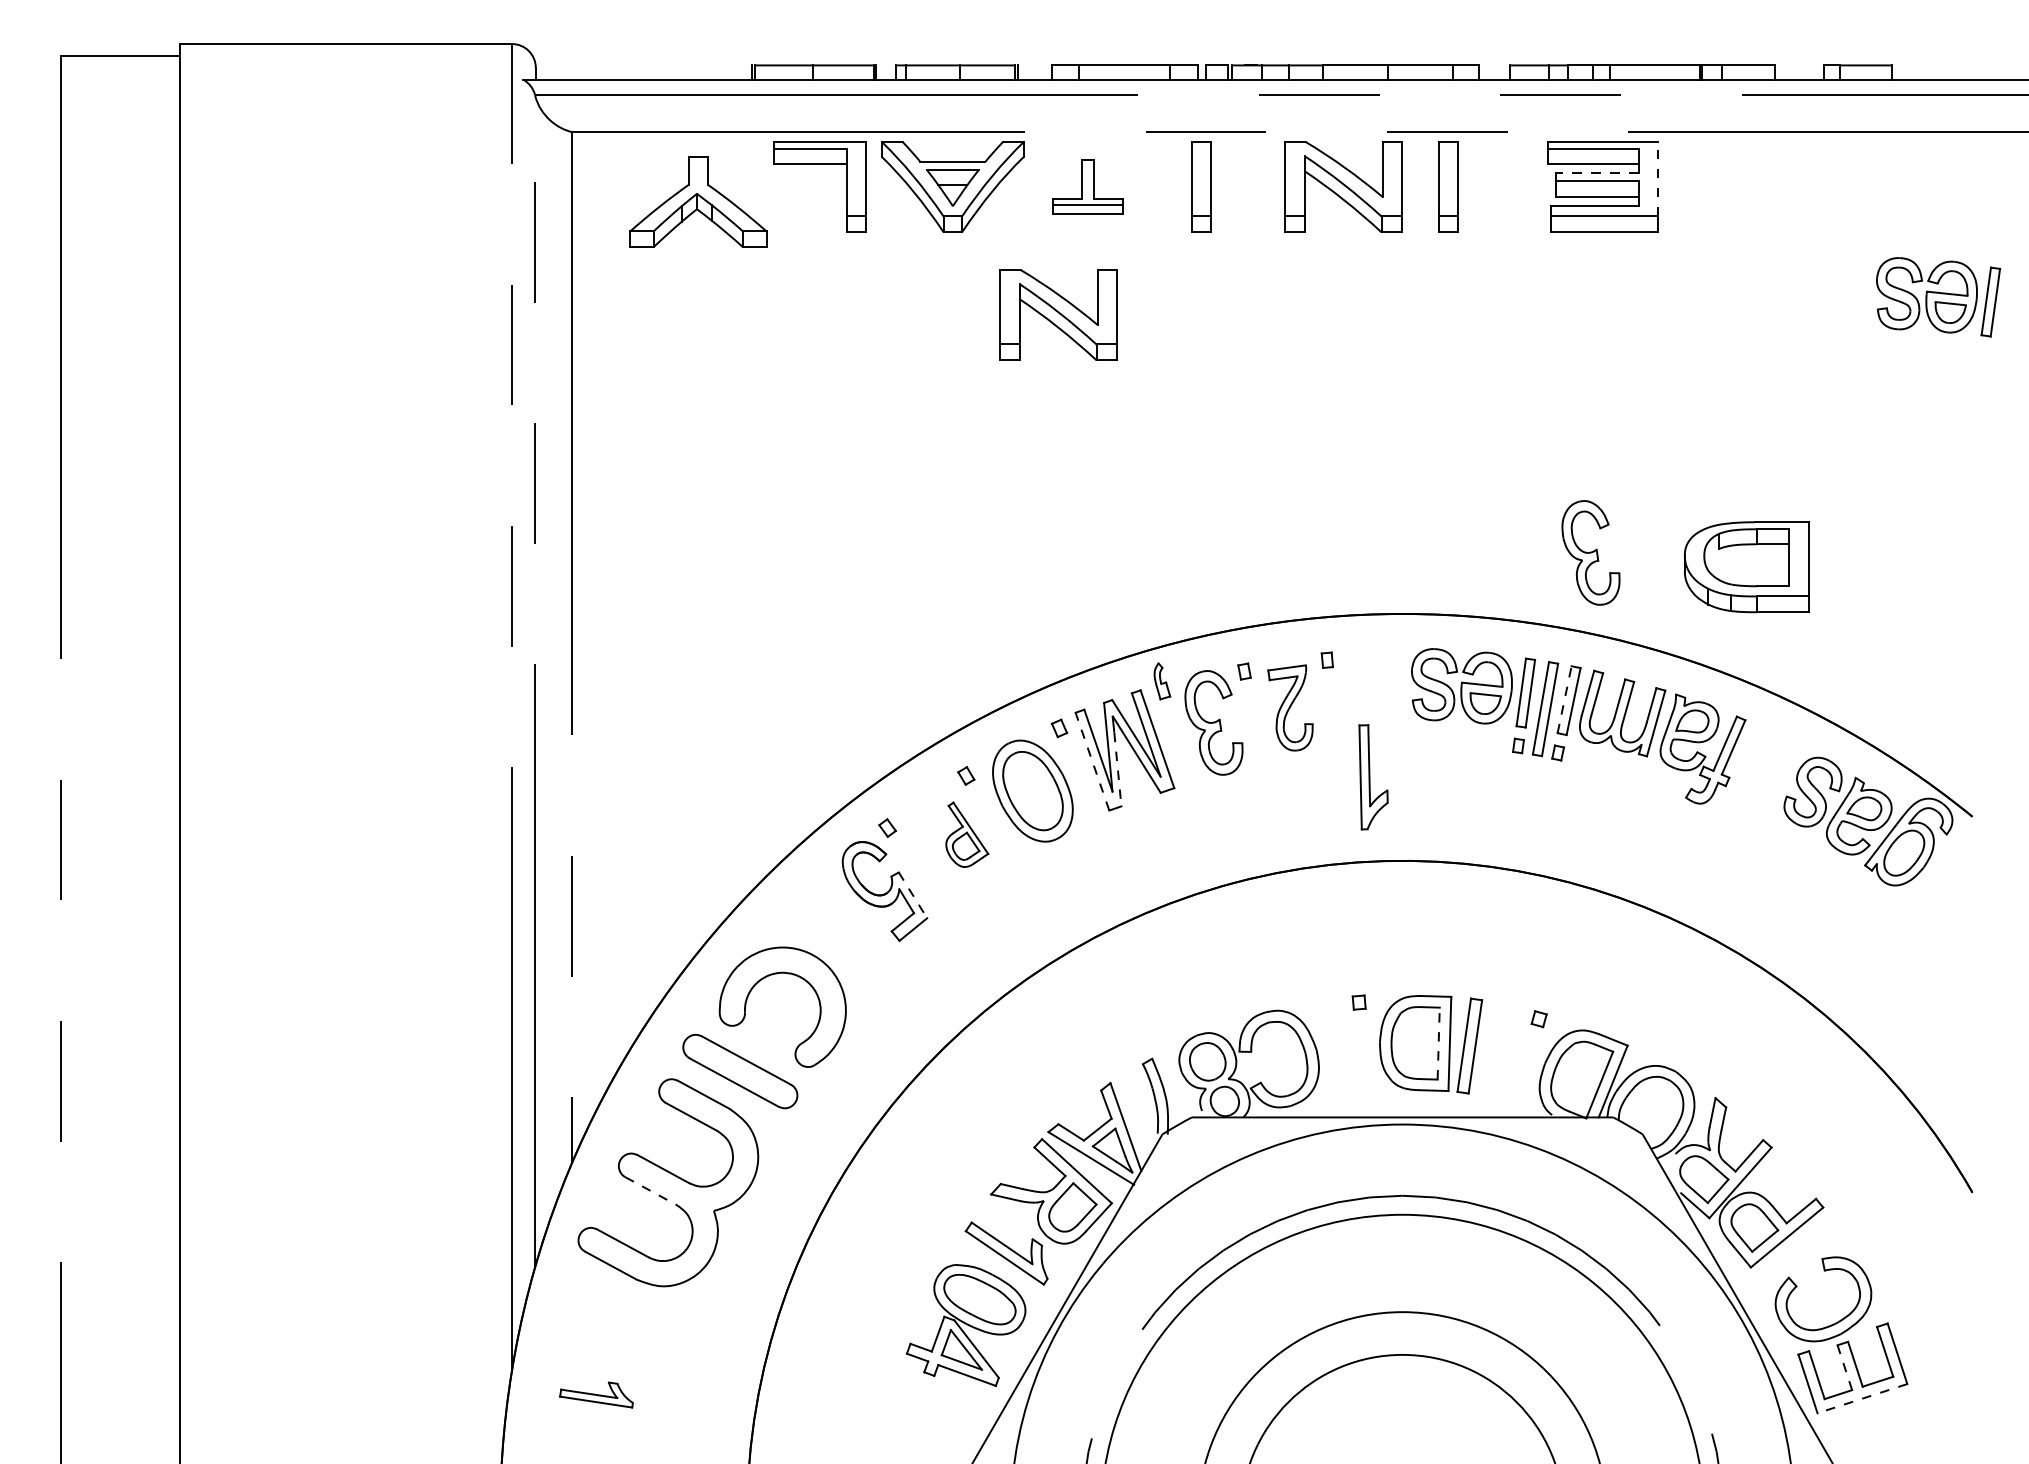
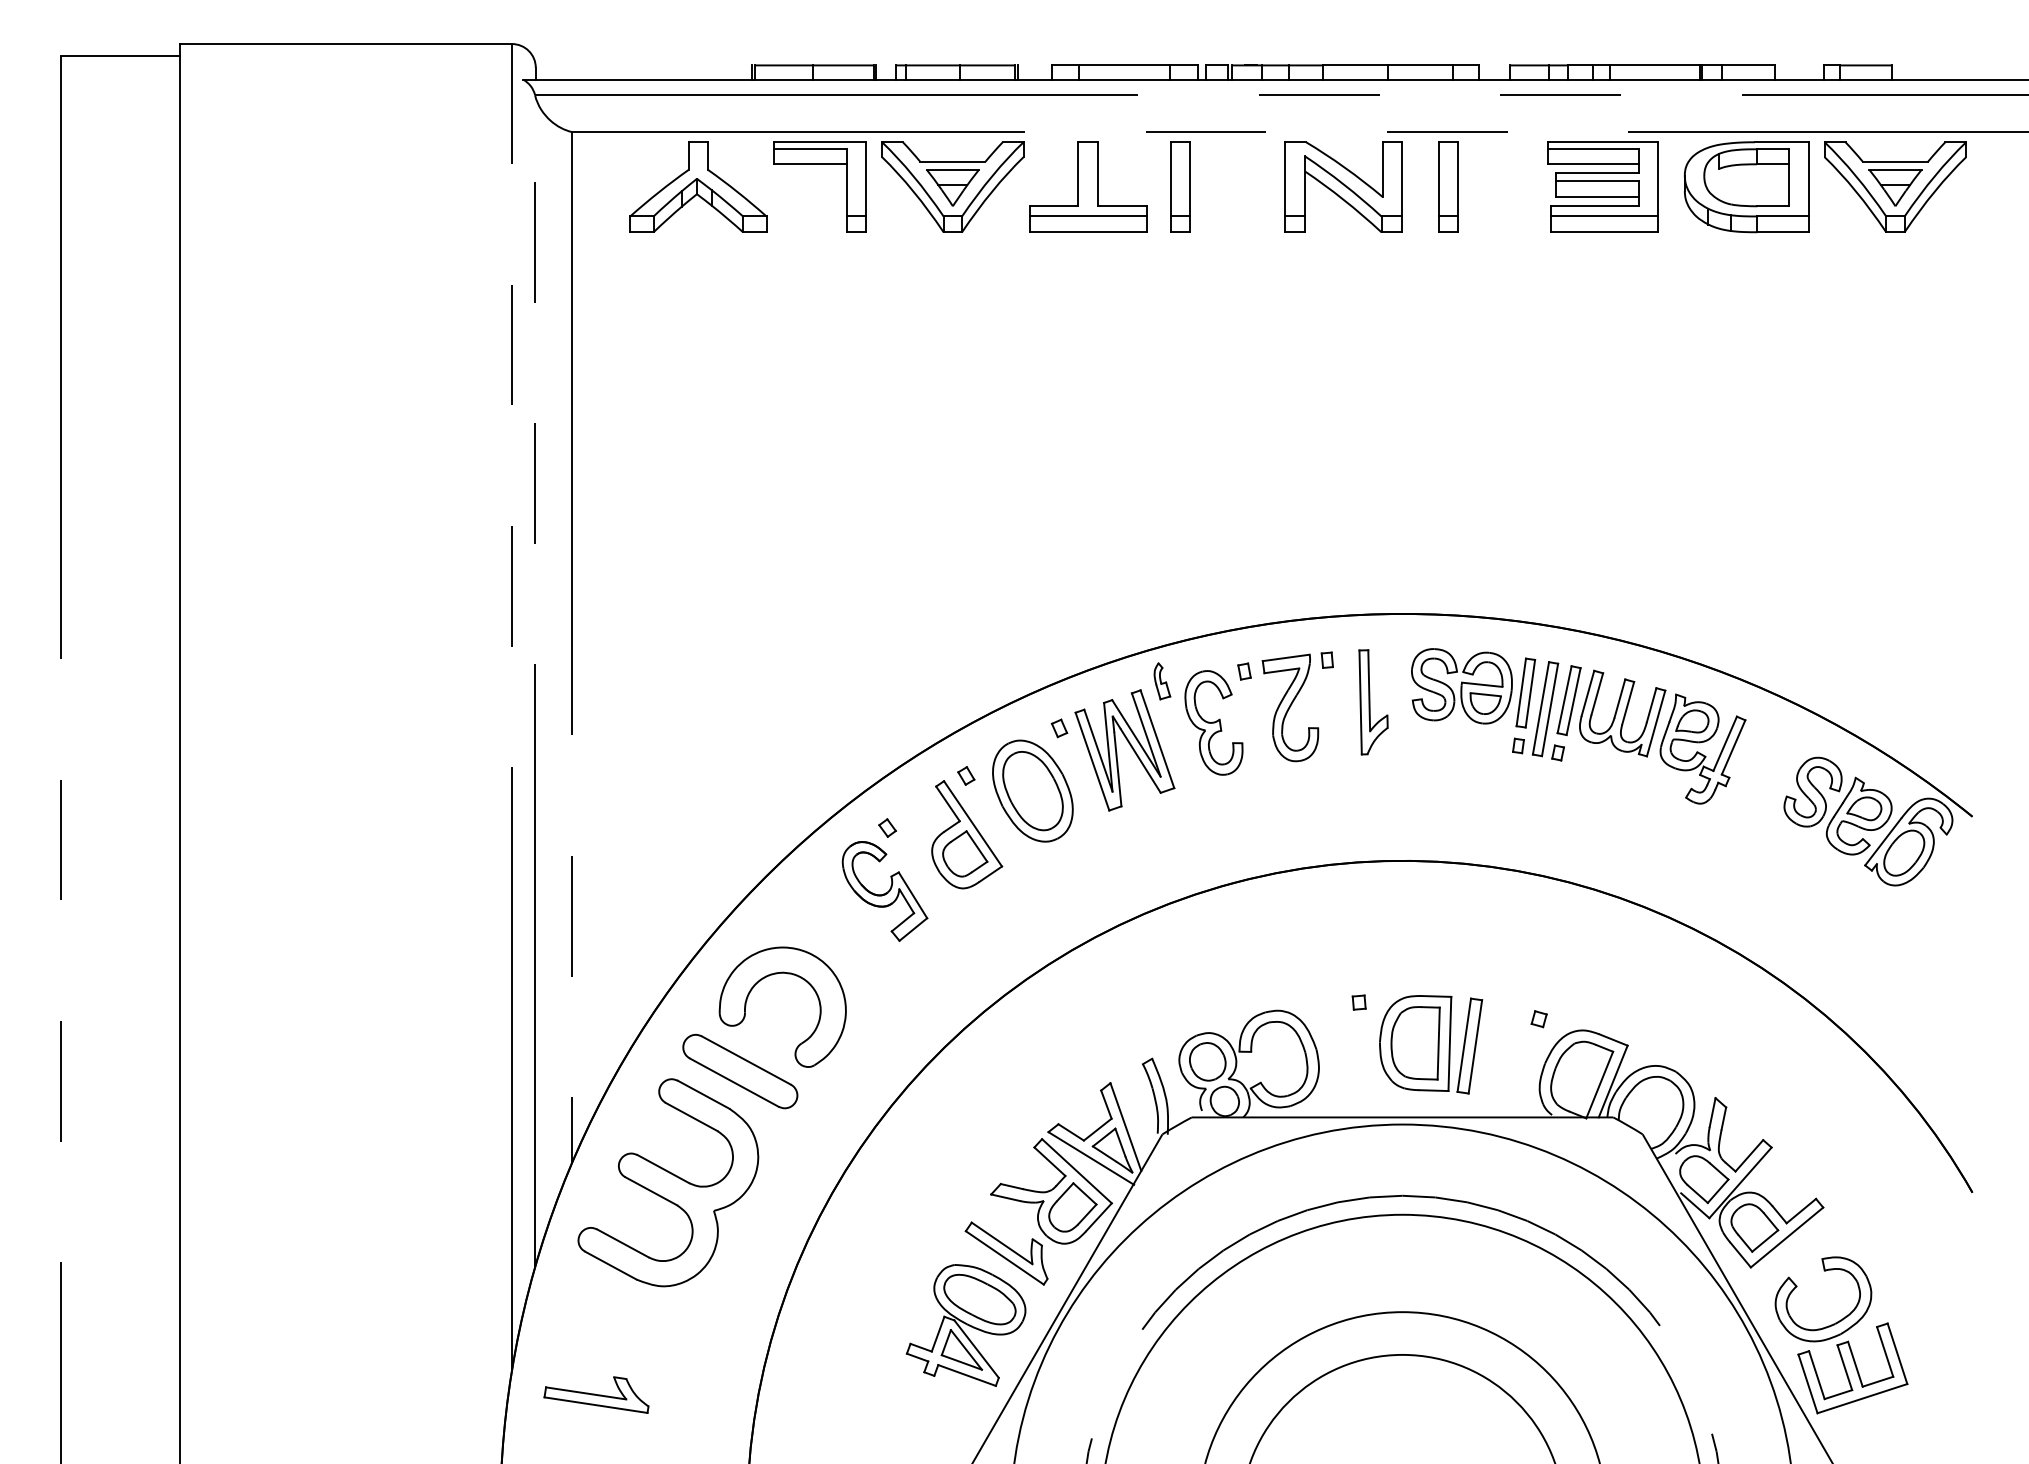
line at (1596, 172): dashed -> solid
line at (1658, 178): dashed -> solid
part at (1087, 186) size: 72x56 px -> 119x92 px
part at (1201, 186) position: (1201, 186) -> (1180, 186)
part at (1895, 186): none -> present
part at (698, 201) position: (698, 201) -> (698, 186)
part at (1938, 297): present -> none
part at (1058, 314): present -> none
part at (1590, 552): present -> none
part at (1746, 567) position: (1746, 567) -> (1746, 187)
line at (1564, 699): dashed -> solid
part at (1290, 707) size: 47x88 px -> 59x110 px
line at (1092, 761): dashed -> solid
line at (1117, 770): dashed -> solid
part at (1373, 777) position: (1373, 777) -> (1373, 702)
part at (967, 834) size: 45x67 px -> 73x110 px
line at (913, 895): dashed -> solid
line at (1438, 1043): dashed -> solid
line at (651, 1191): dashed -> solid
line at (1844, 1367): dashed -> solid
part at (596, 1394) size: 75x28 px -> 107x38 px
line at (1861, 1398): dashed -> solid
